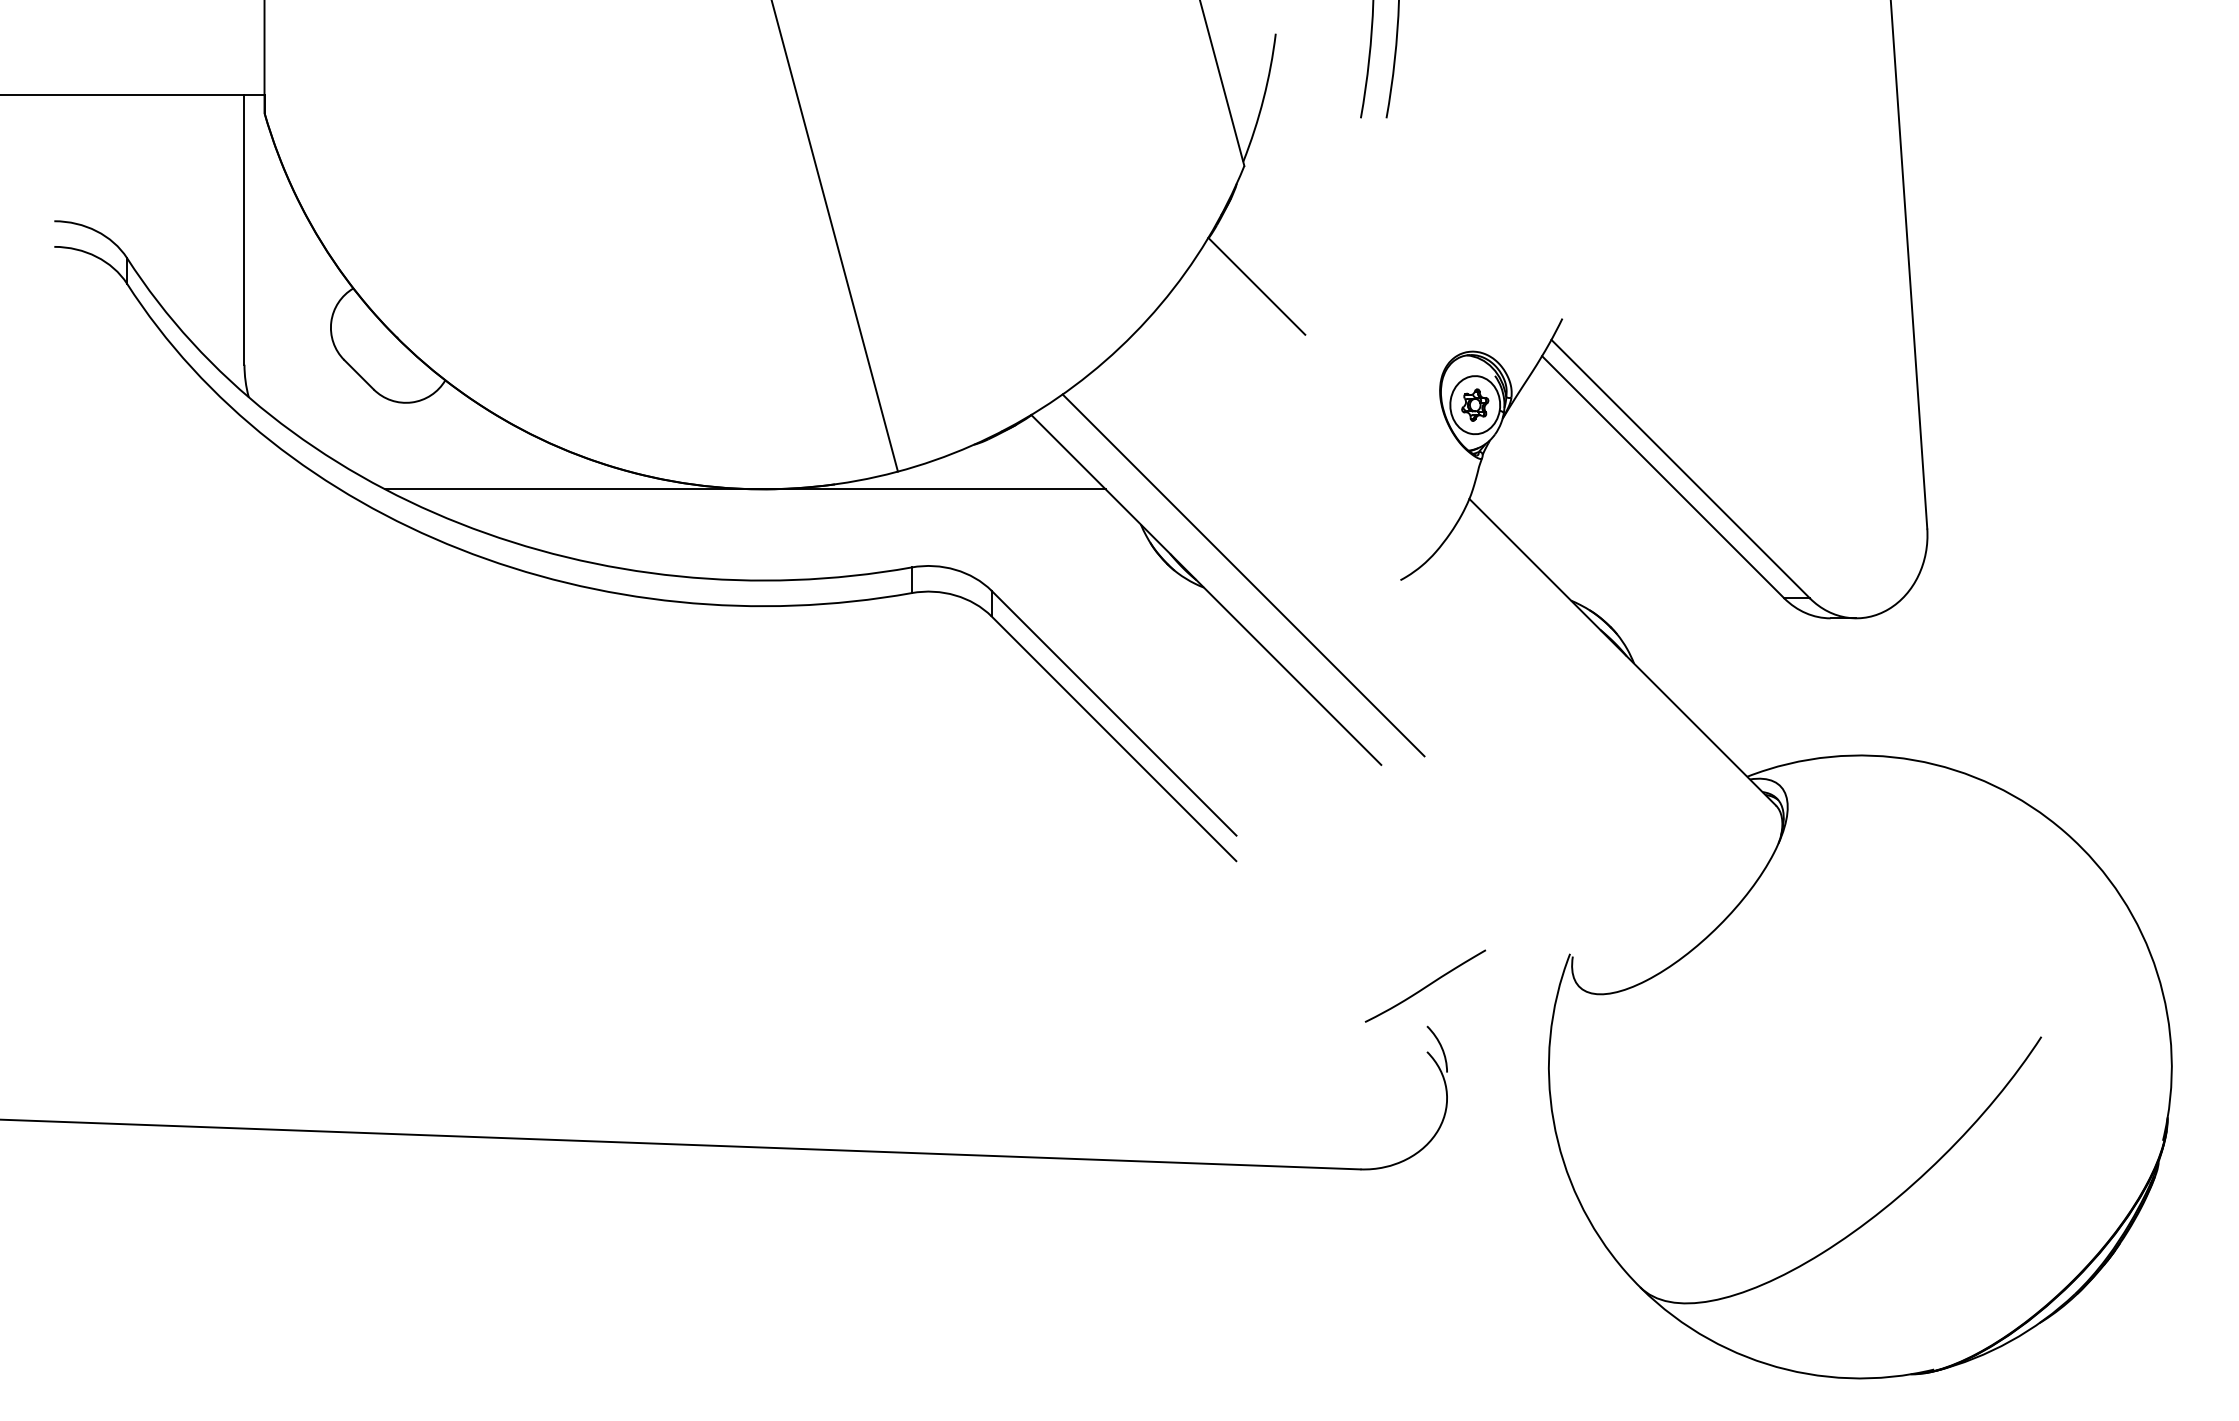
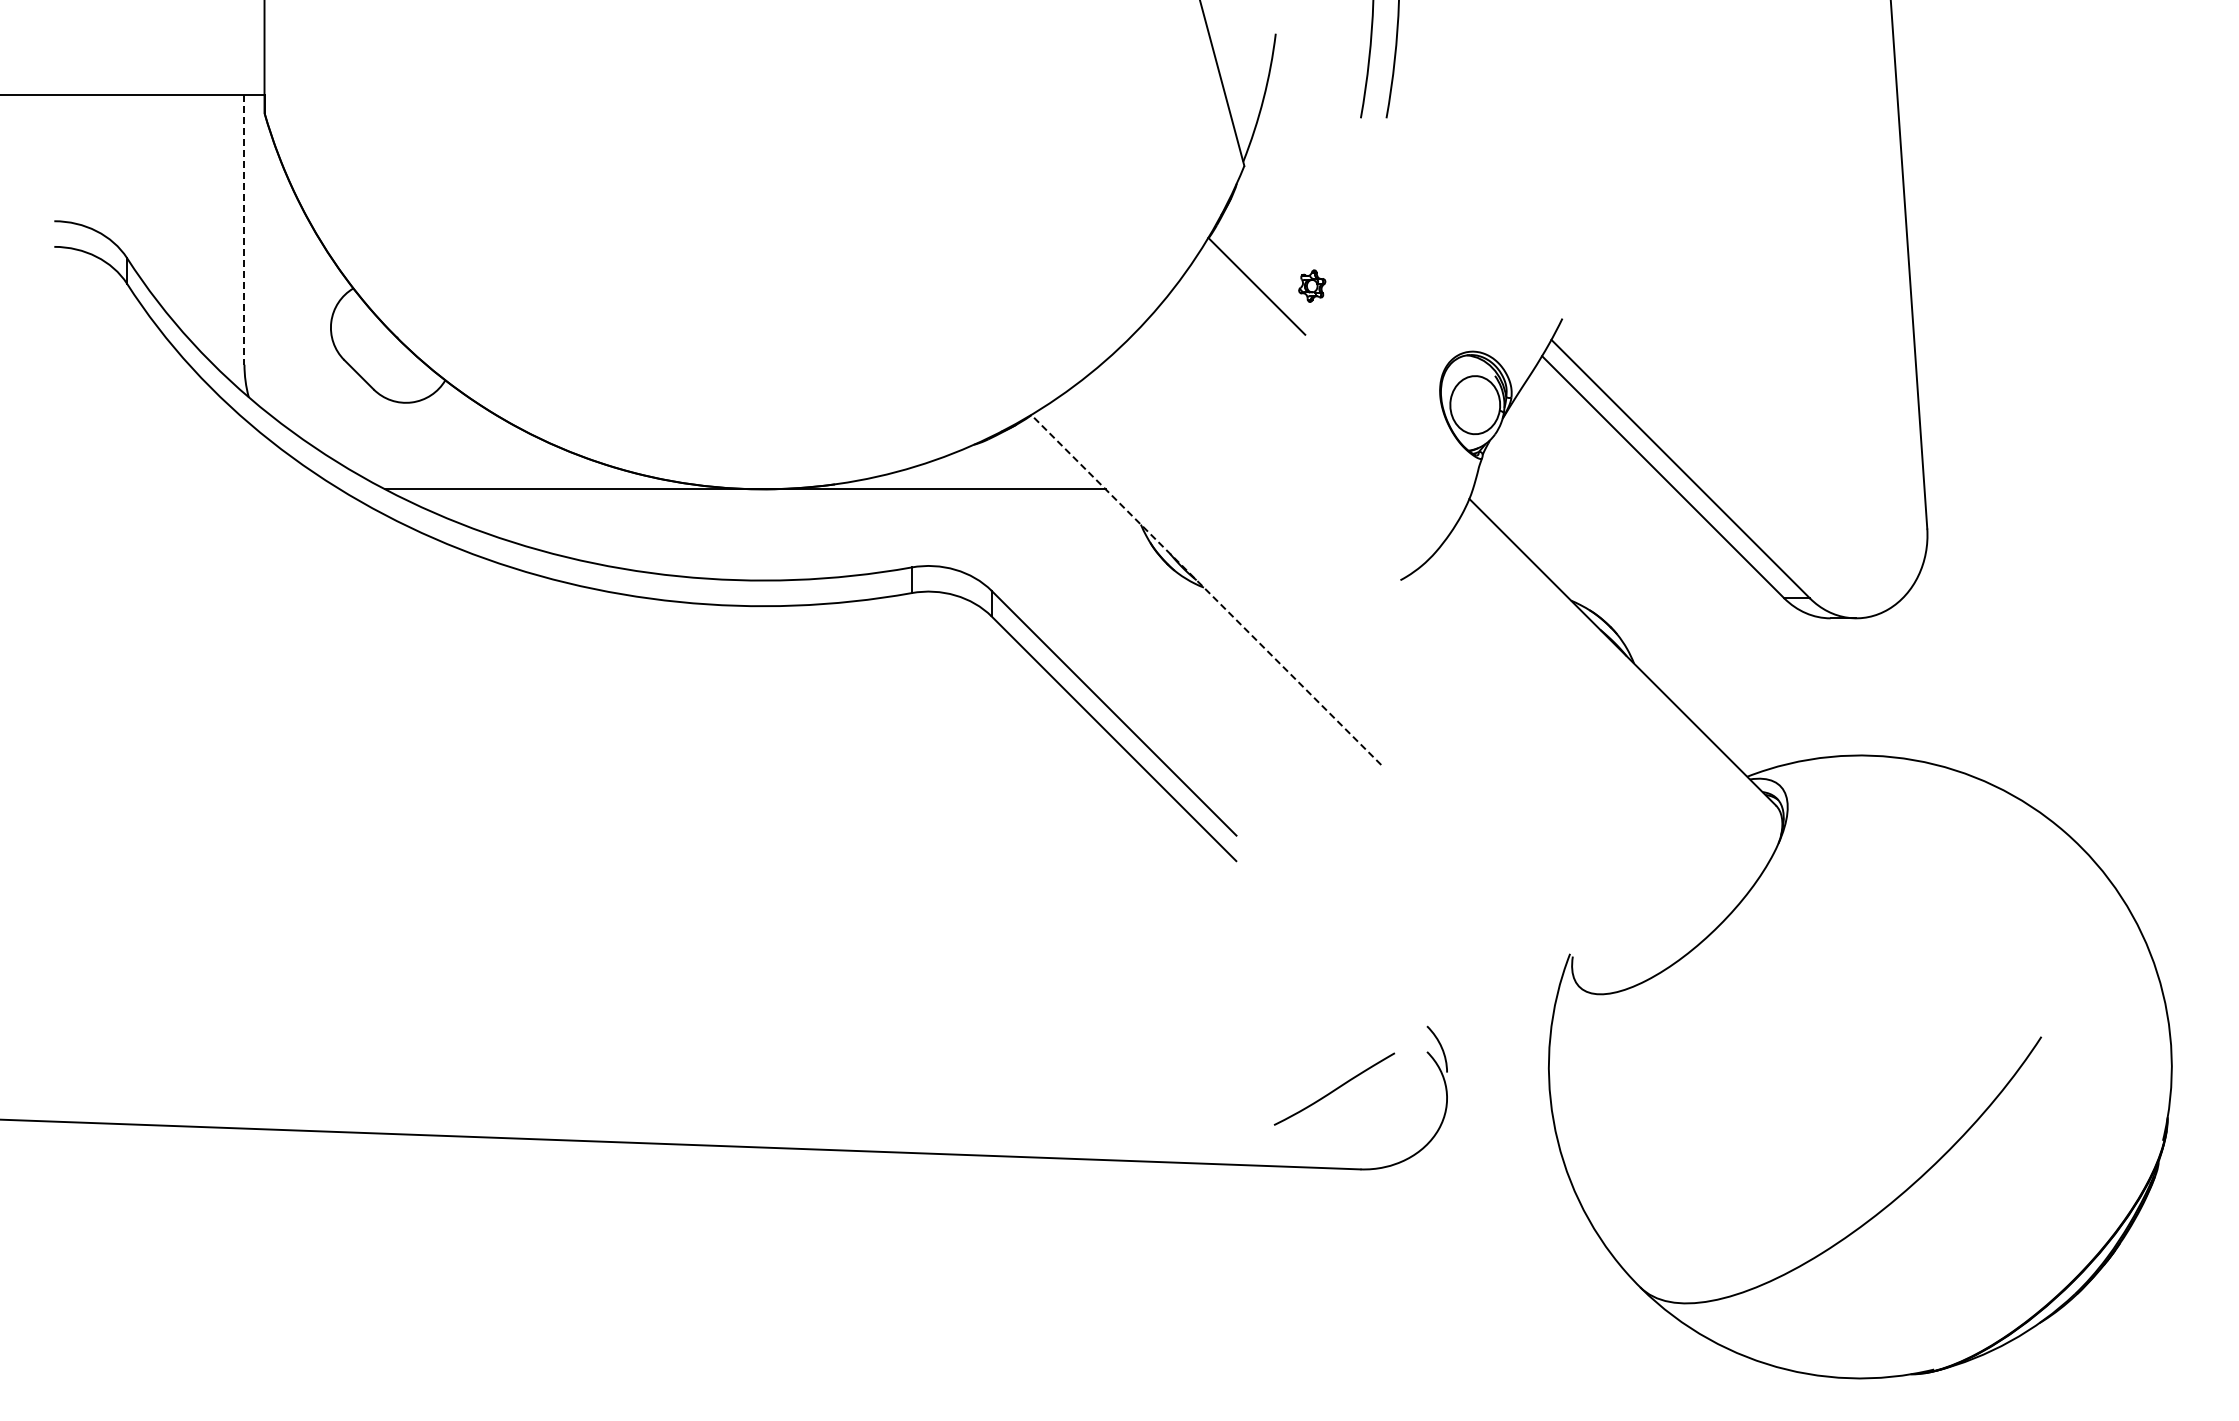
line at (244, 230): solid -> dashed
line at (834, 236): present -> none
part at (1475, 404) position: (1475, 404) -> (1312, 285)
line at (1243, 575): present -> none
line at (1205, 589): solid -> dashed
curve at (1426, 985) position: (1426, 985) -> (1335, 1088)
